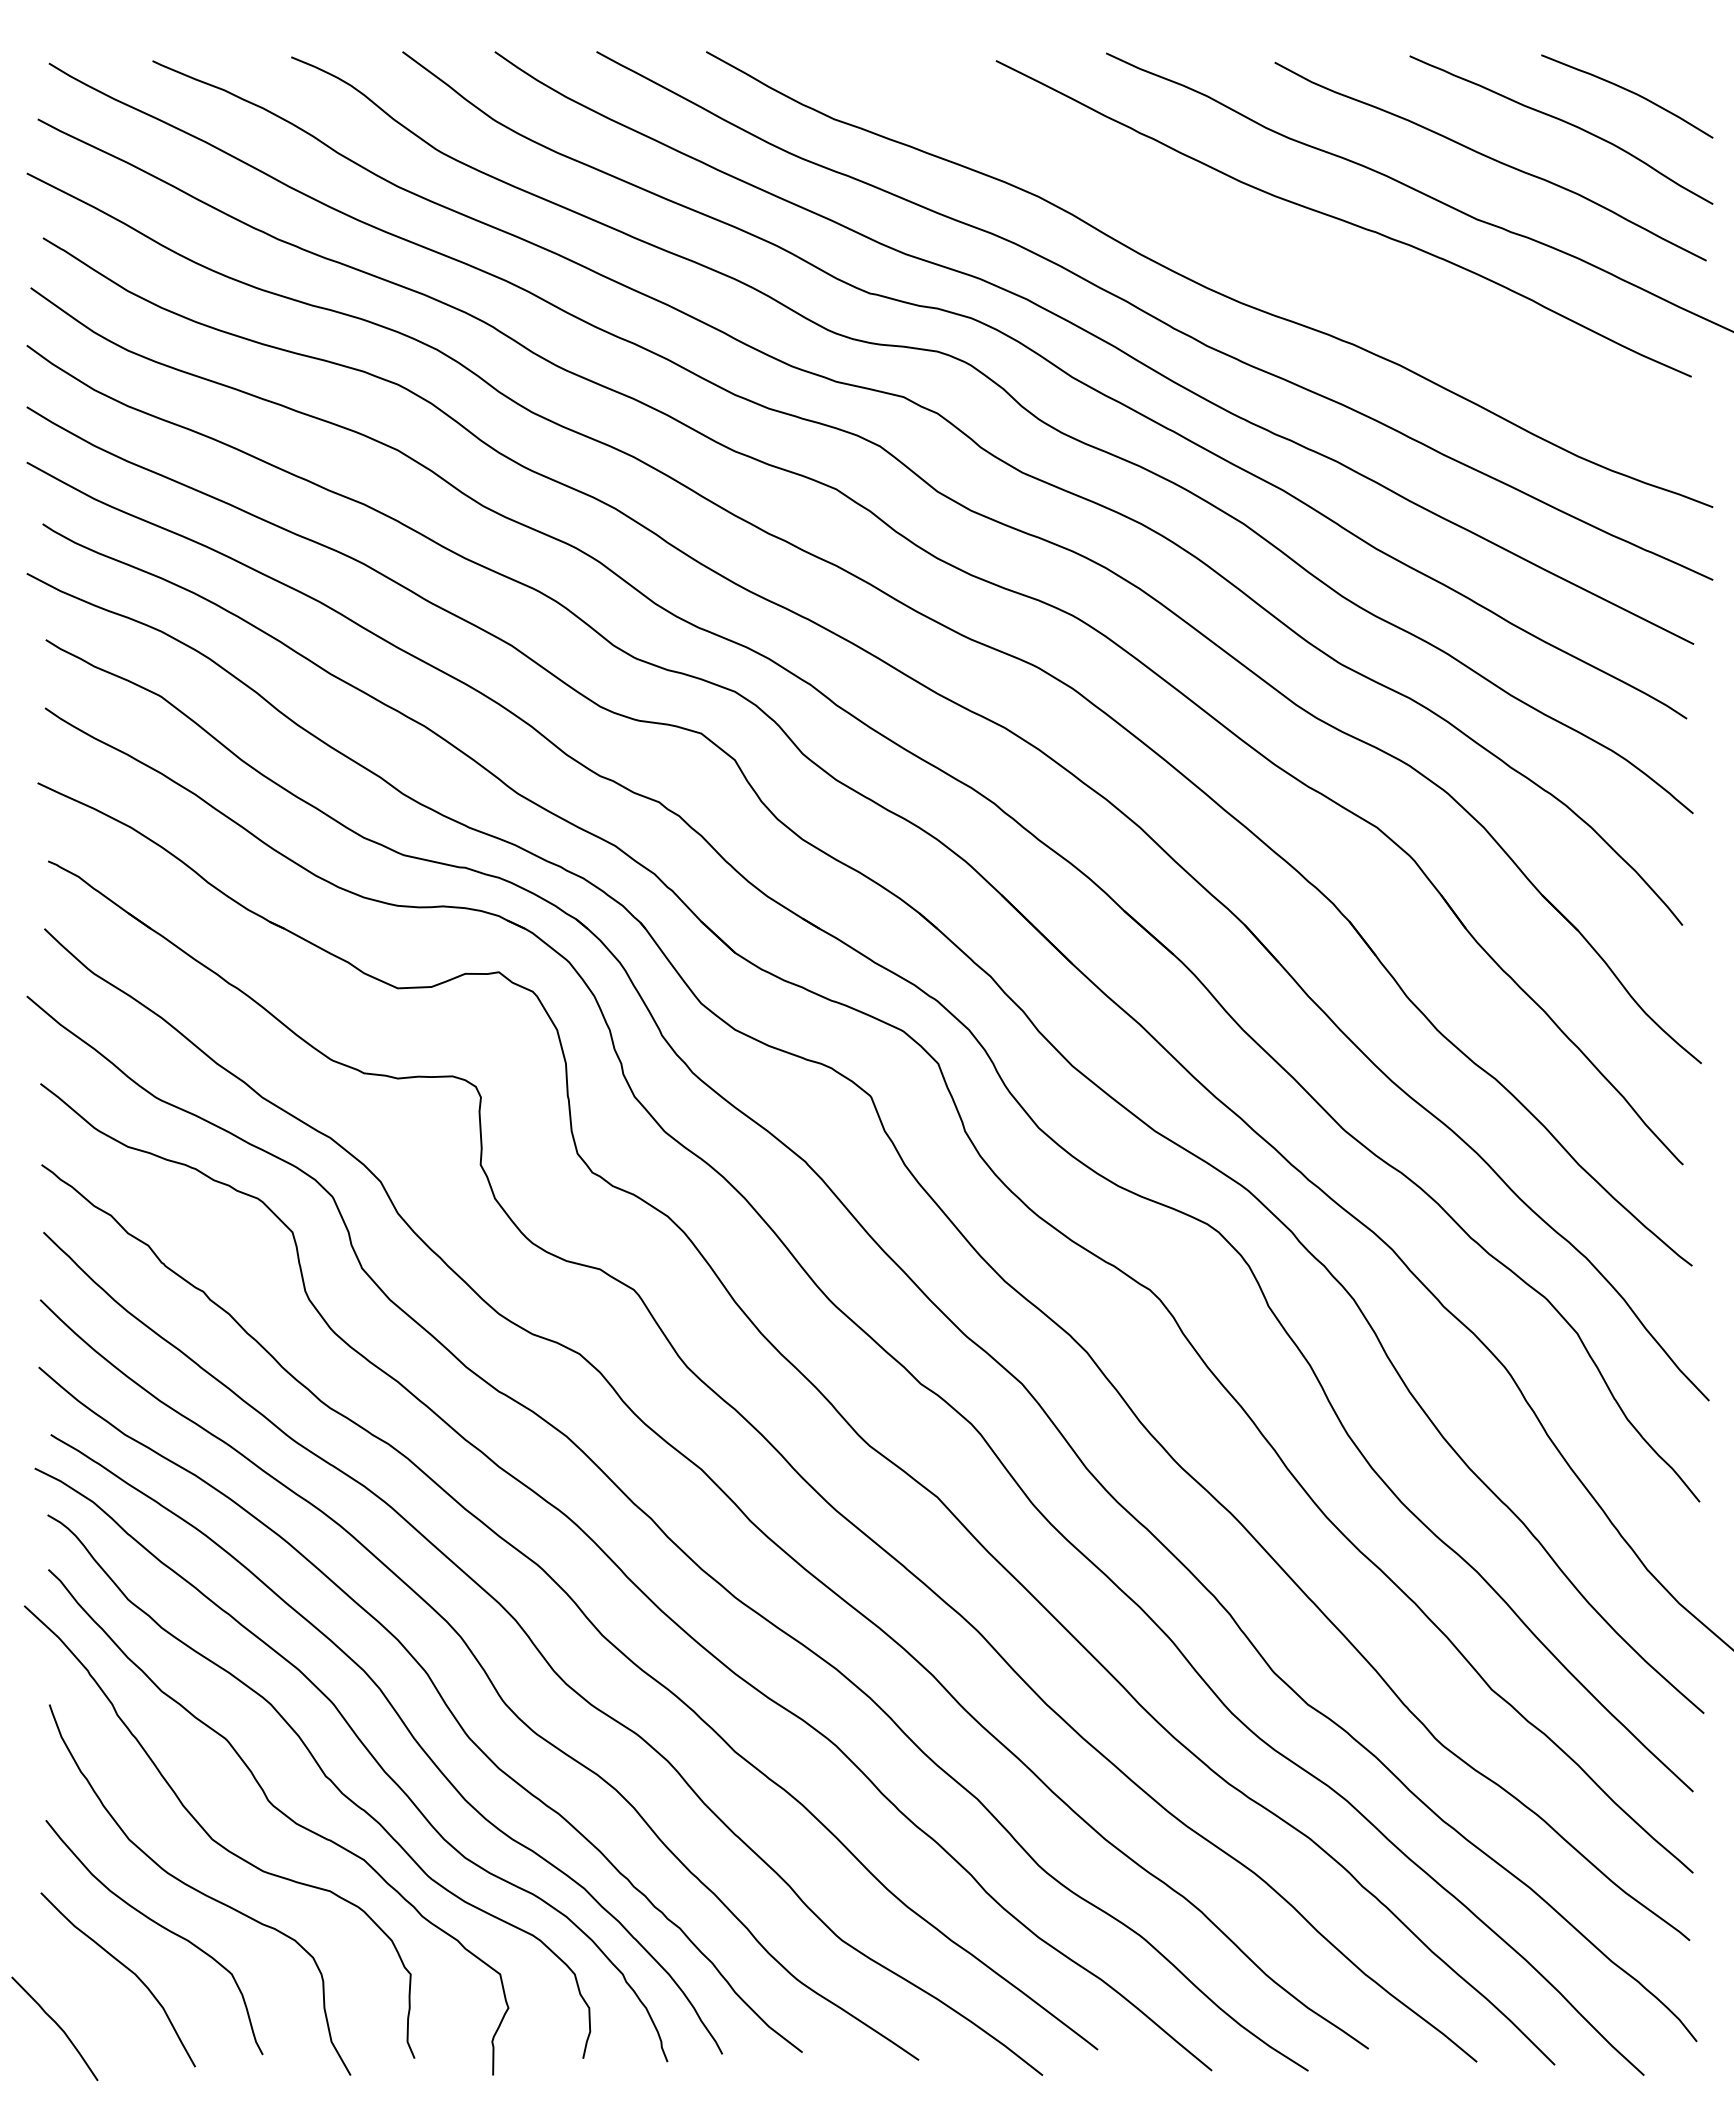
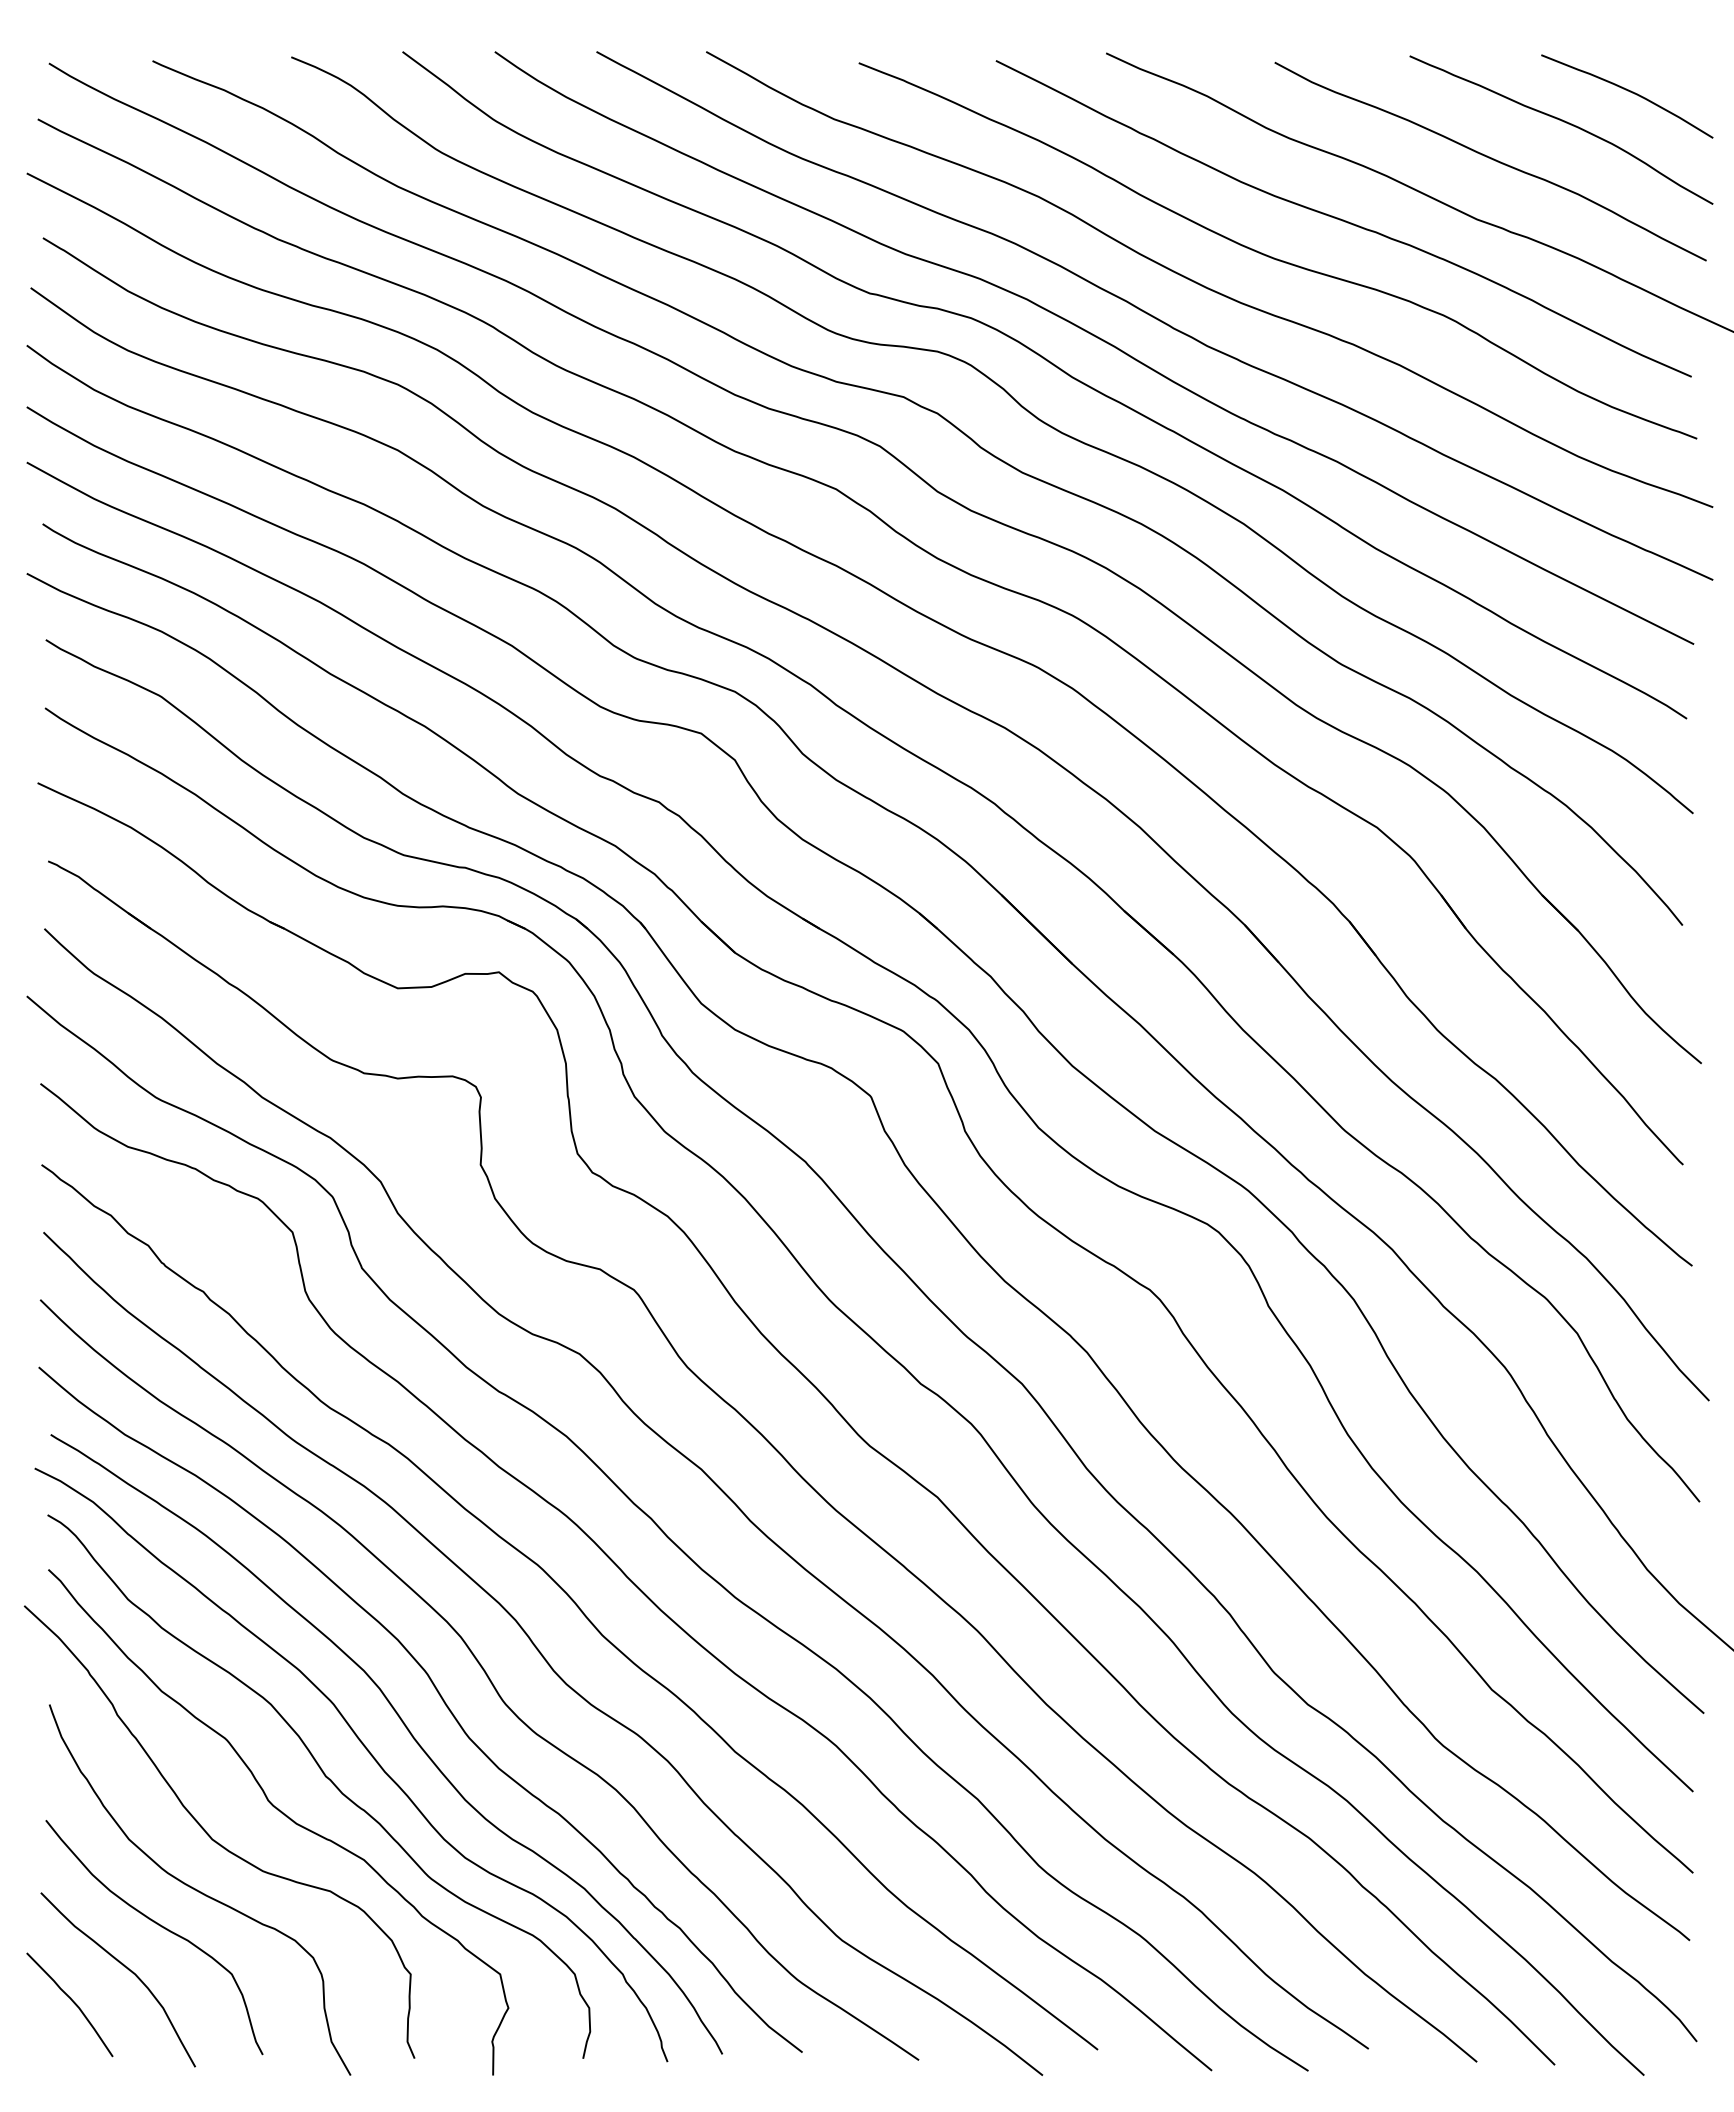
curve at (1274, 257): none -> present
curve at (57, 2026) position: (57, 2026) -> (72, 2002)
